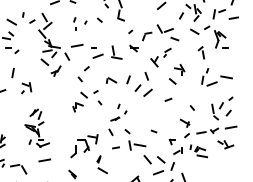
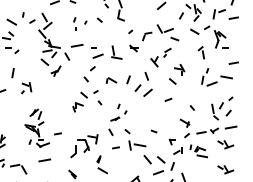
line at (233, 62): none -> present
part at (83, 74) position: (83, 74) -> (89, 74)
line at (57, 133): none -> present
part at (225, 169): none -> present
